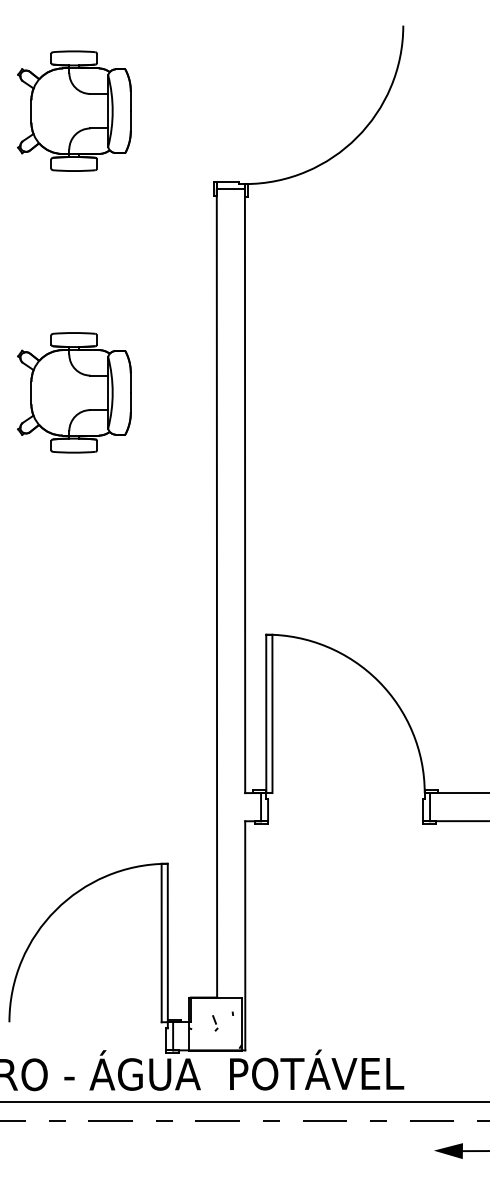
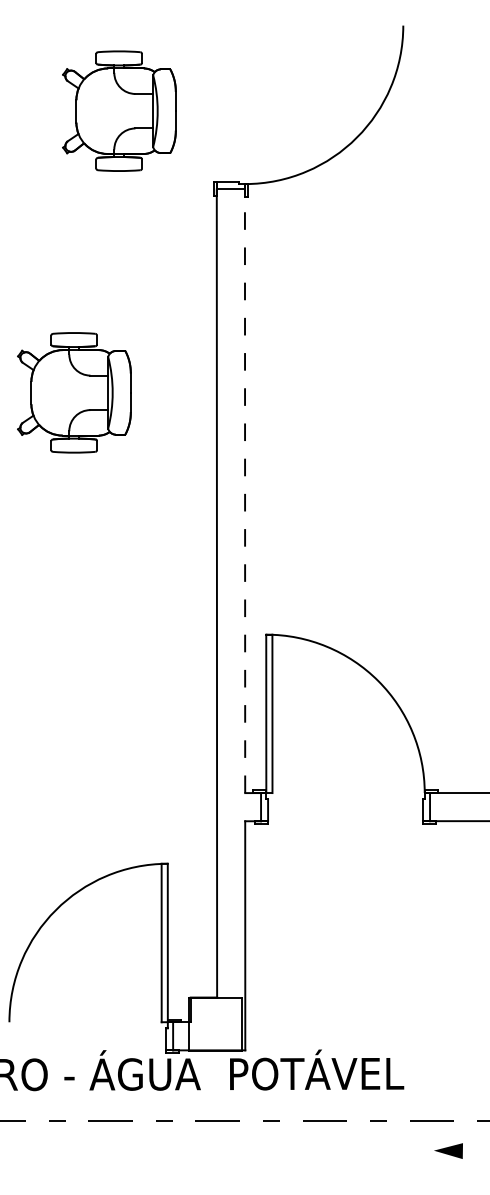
part at (74, 110) position: (74, 110) -> (119, 110)
line at (245, 491): solid -> dashed
hatch at (215, 1022): present -> none
line at (244, 1101): present -> none
line at (474, 1151): present -> none
